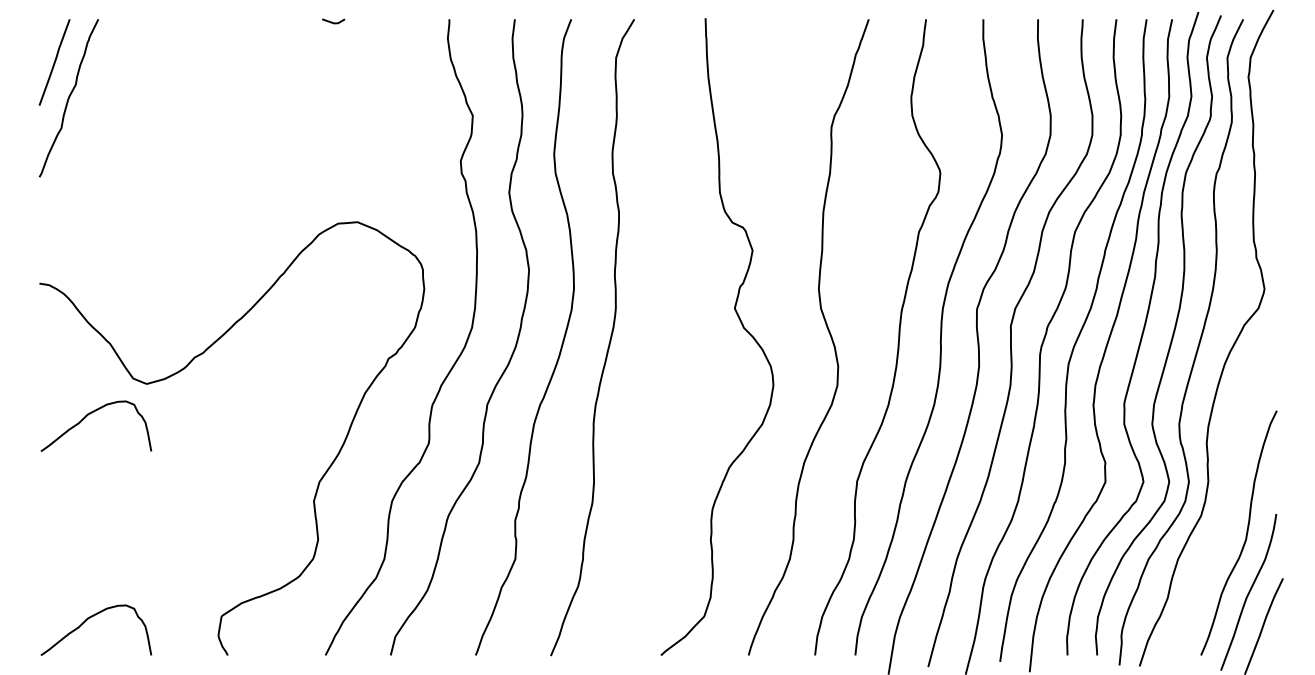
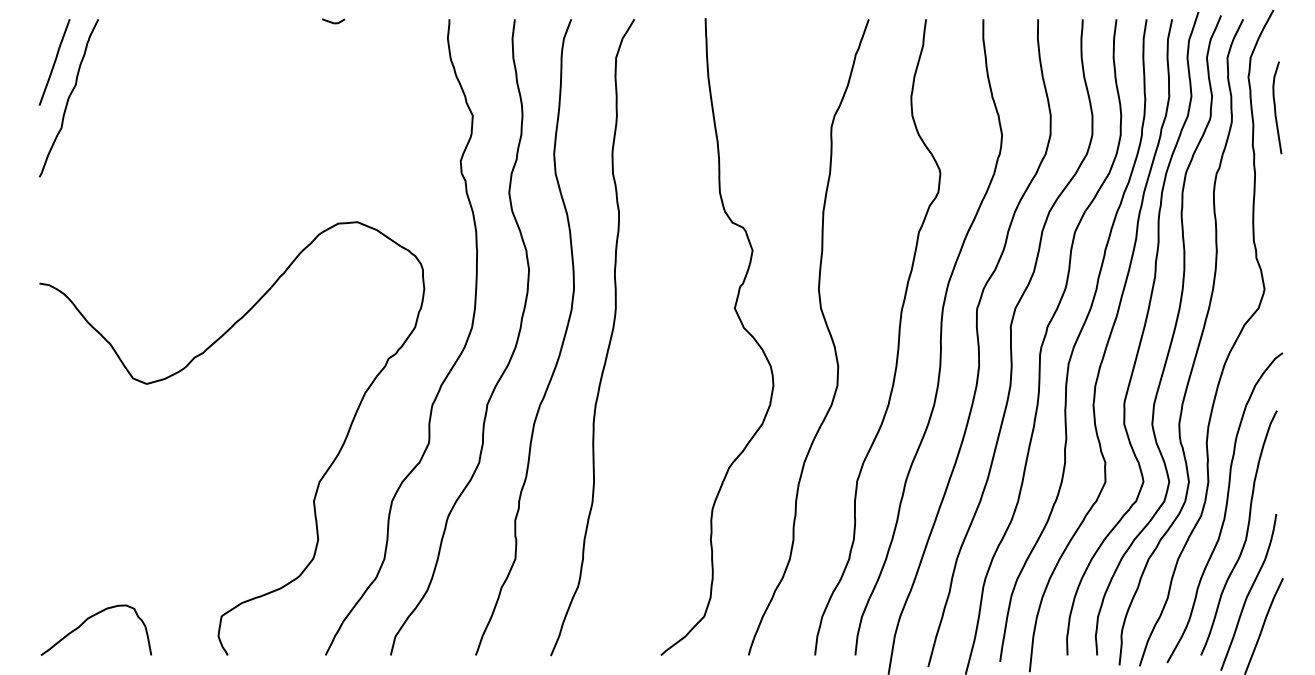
curve at (1275, 107): none -> present
curve at (90, 414): present -> none
curve at (1225, 507): none -> present
